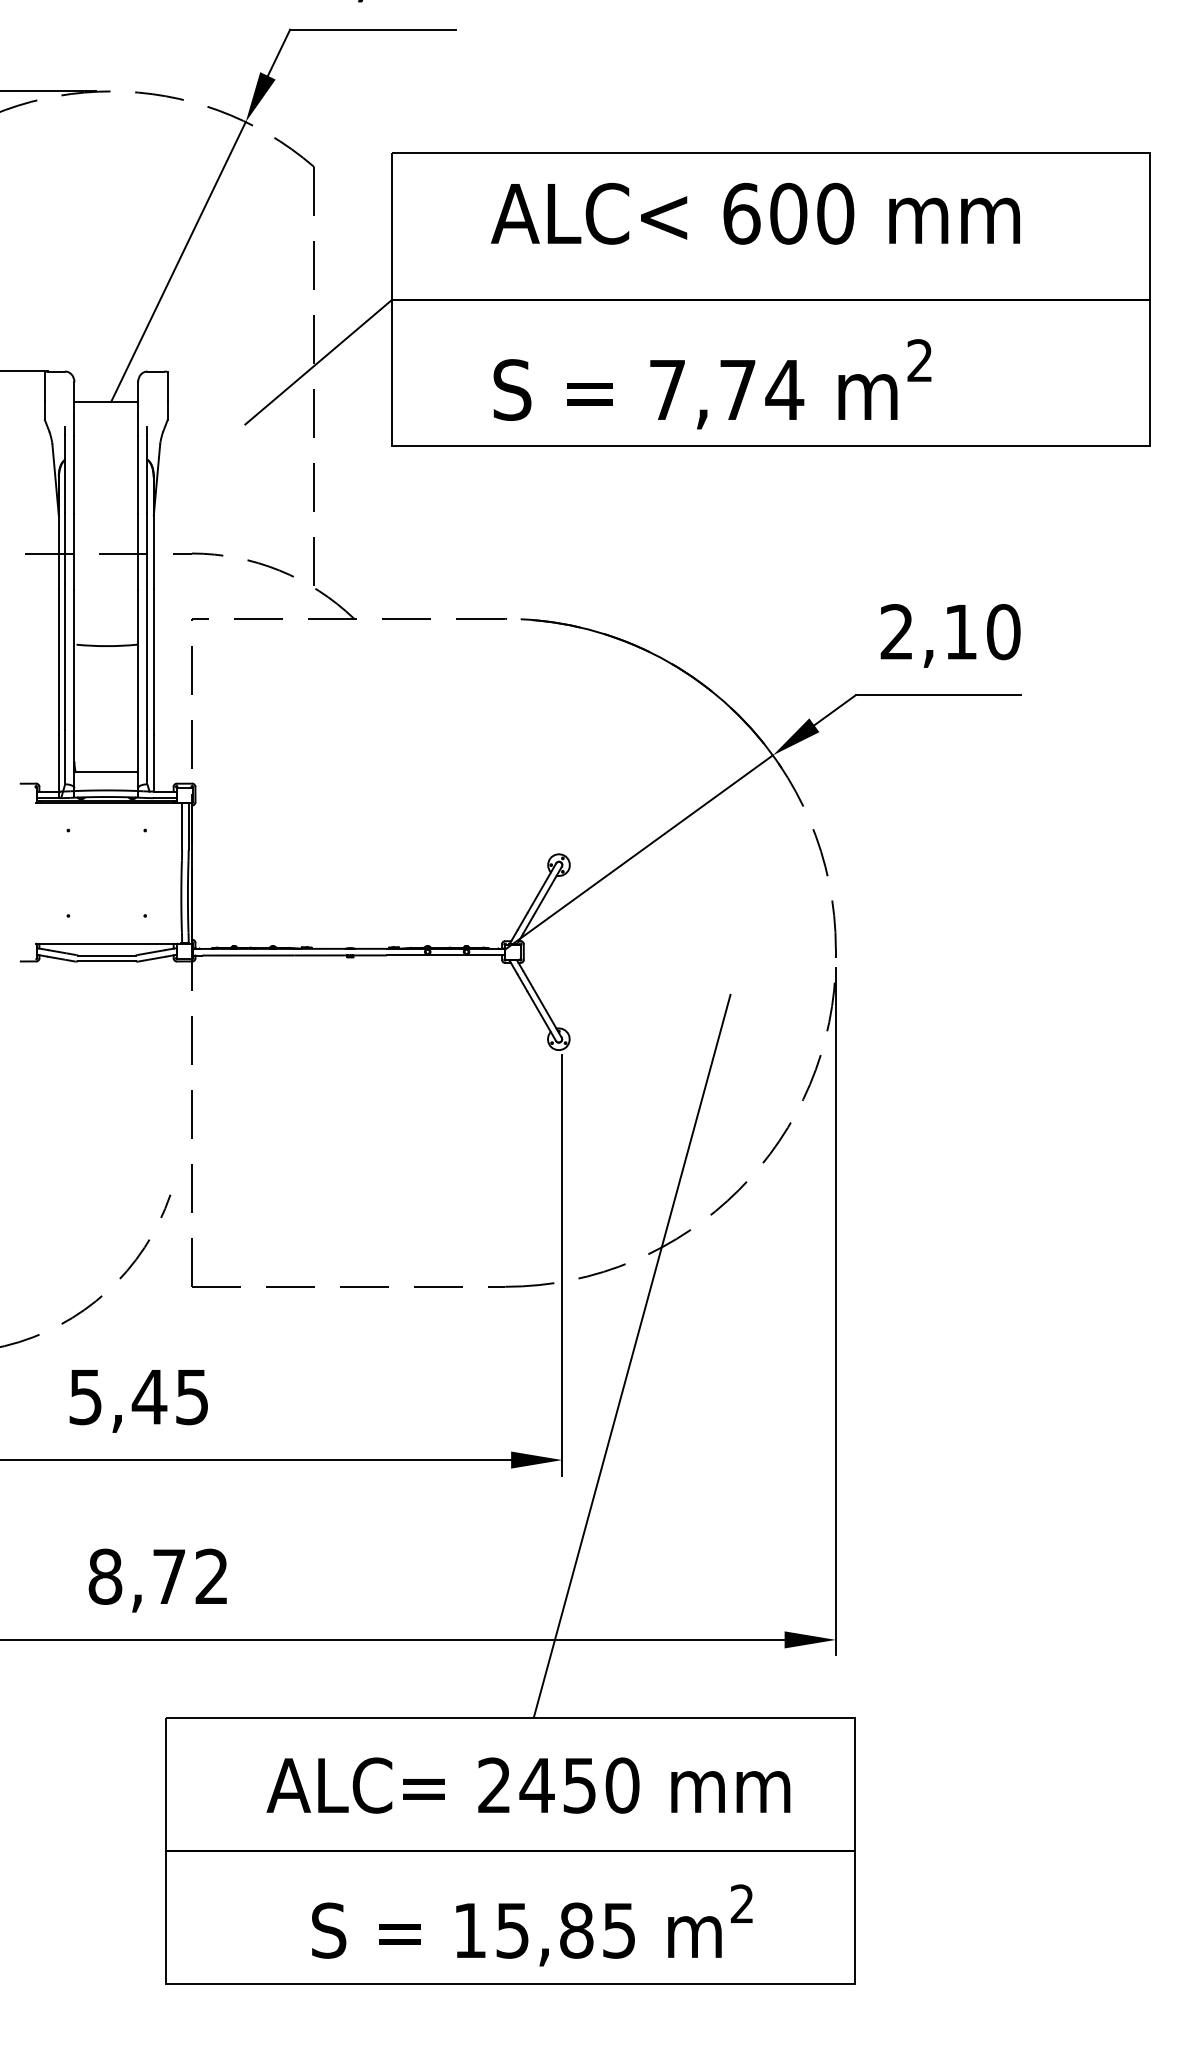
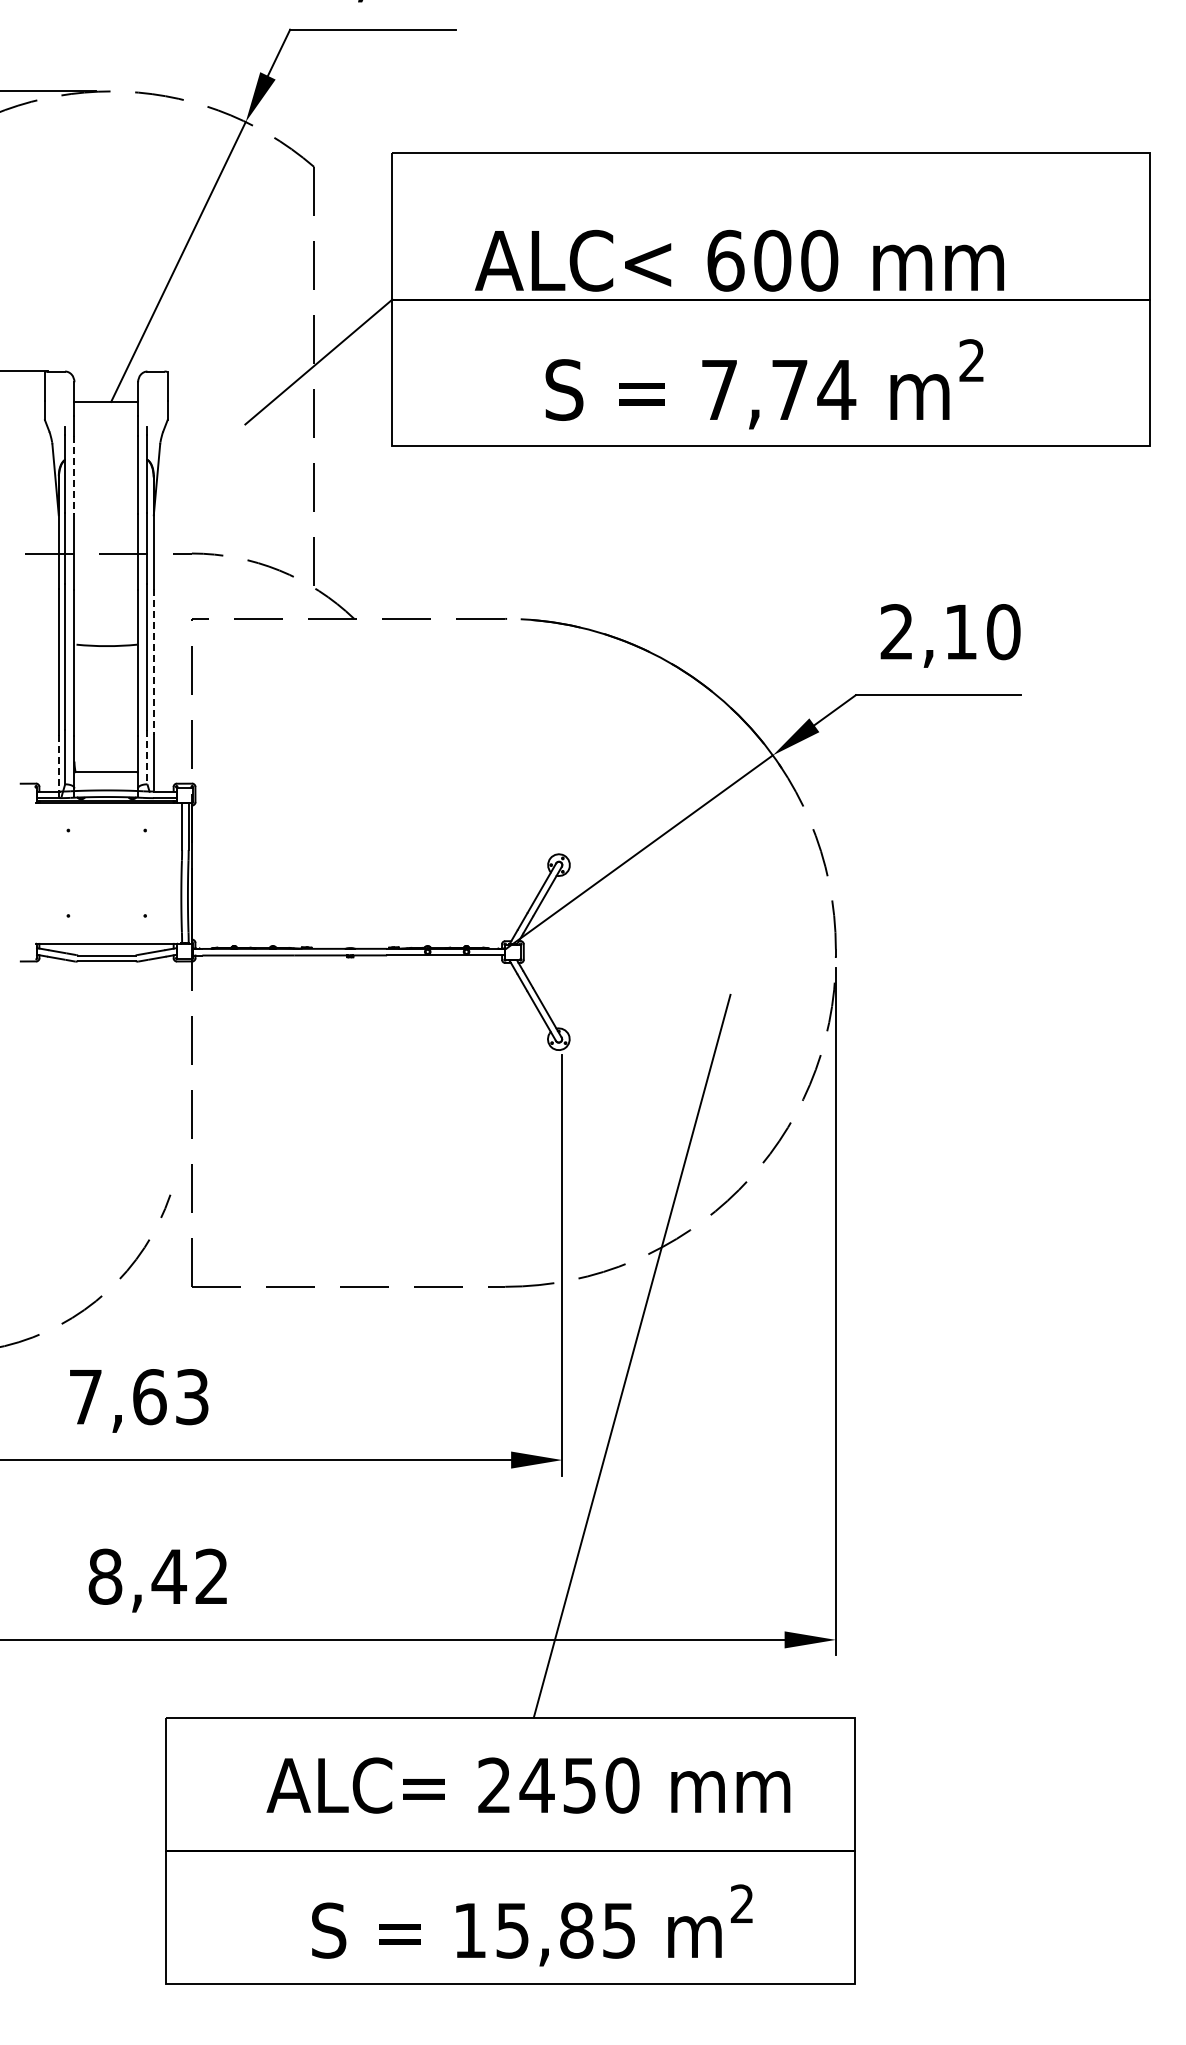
text at (755, 213) position: (755, 213) -> (739, 260)
text at (712, 384) position: (712, 384) -> (764, 384)
line at (74, 475): solid -> dashed
line at (153, 662): solid -> dashed
line at (147, 757): solid -> dashed
line at (58, 765): solid -> dashed
text at (138, 1397): 5,45 -> 7,63
text at (168, 1576): 8,72 -> 8,42
